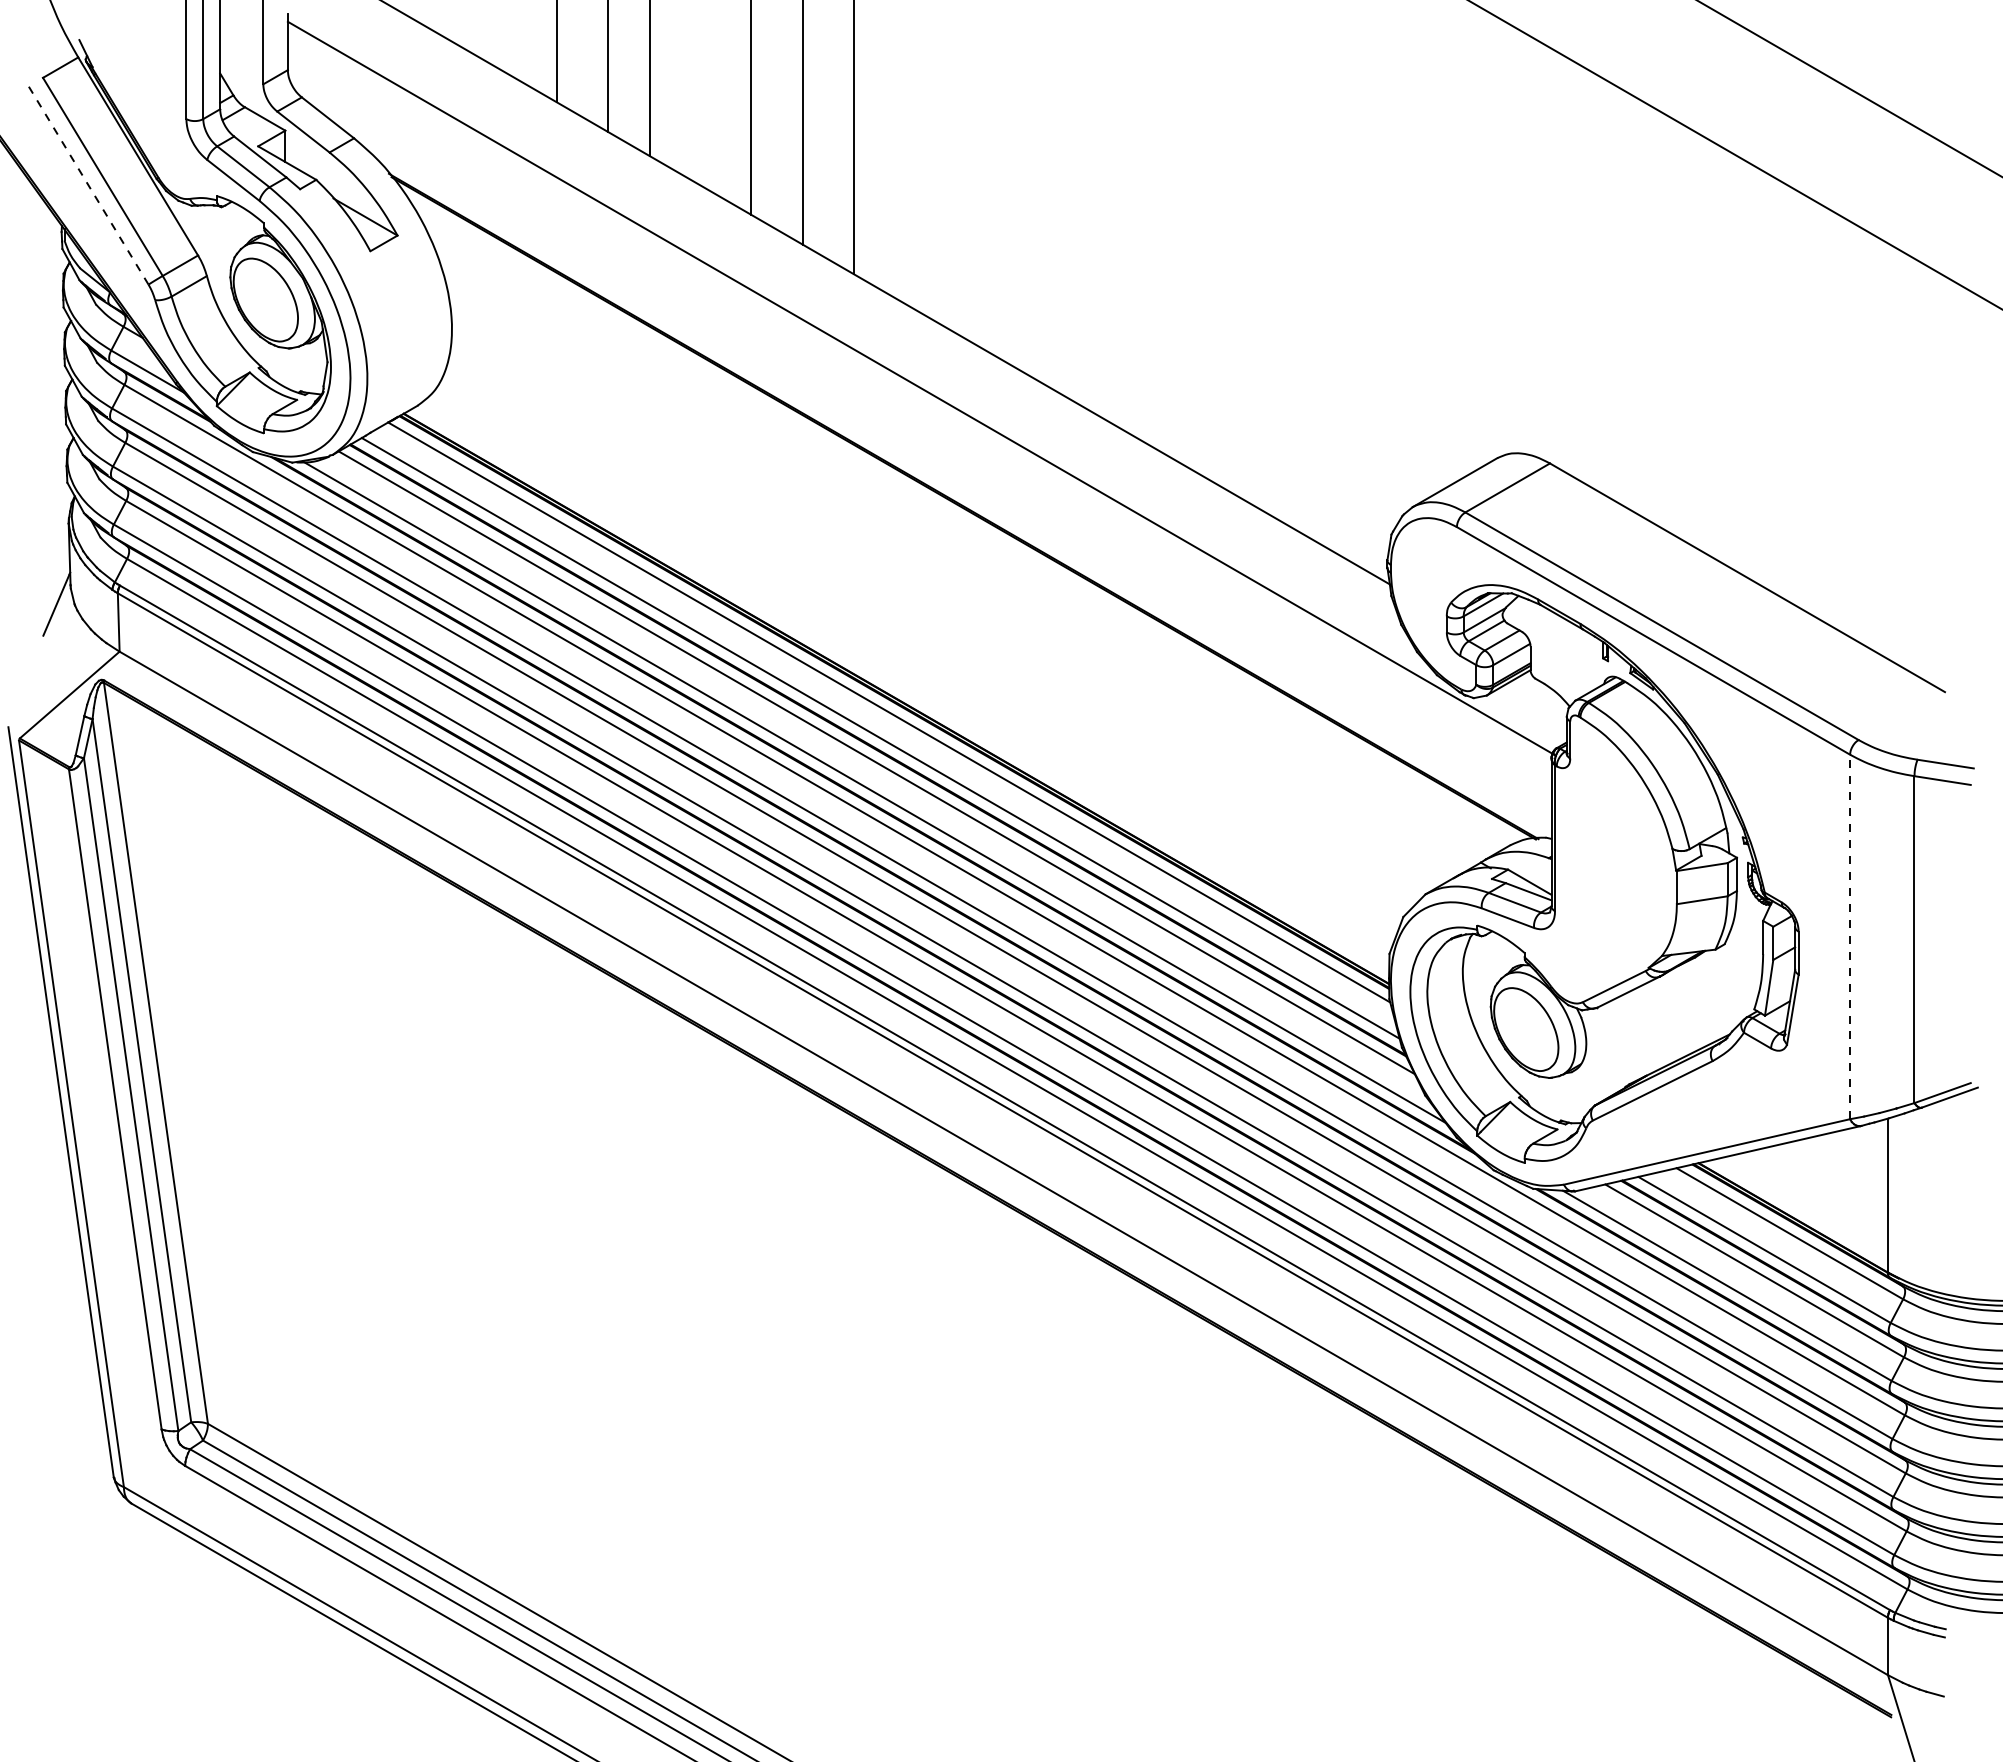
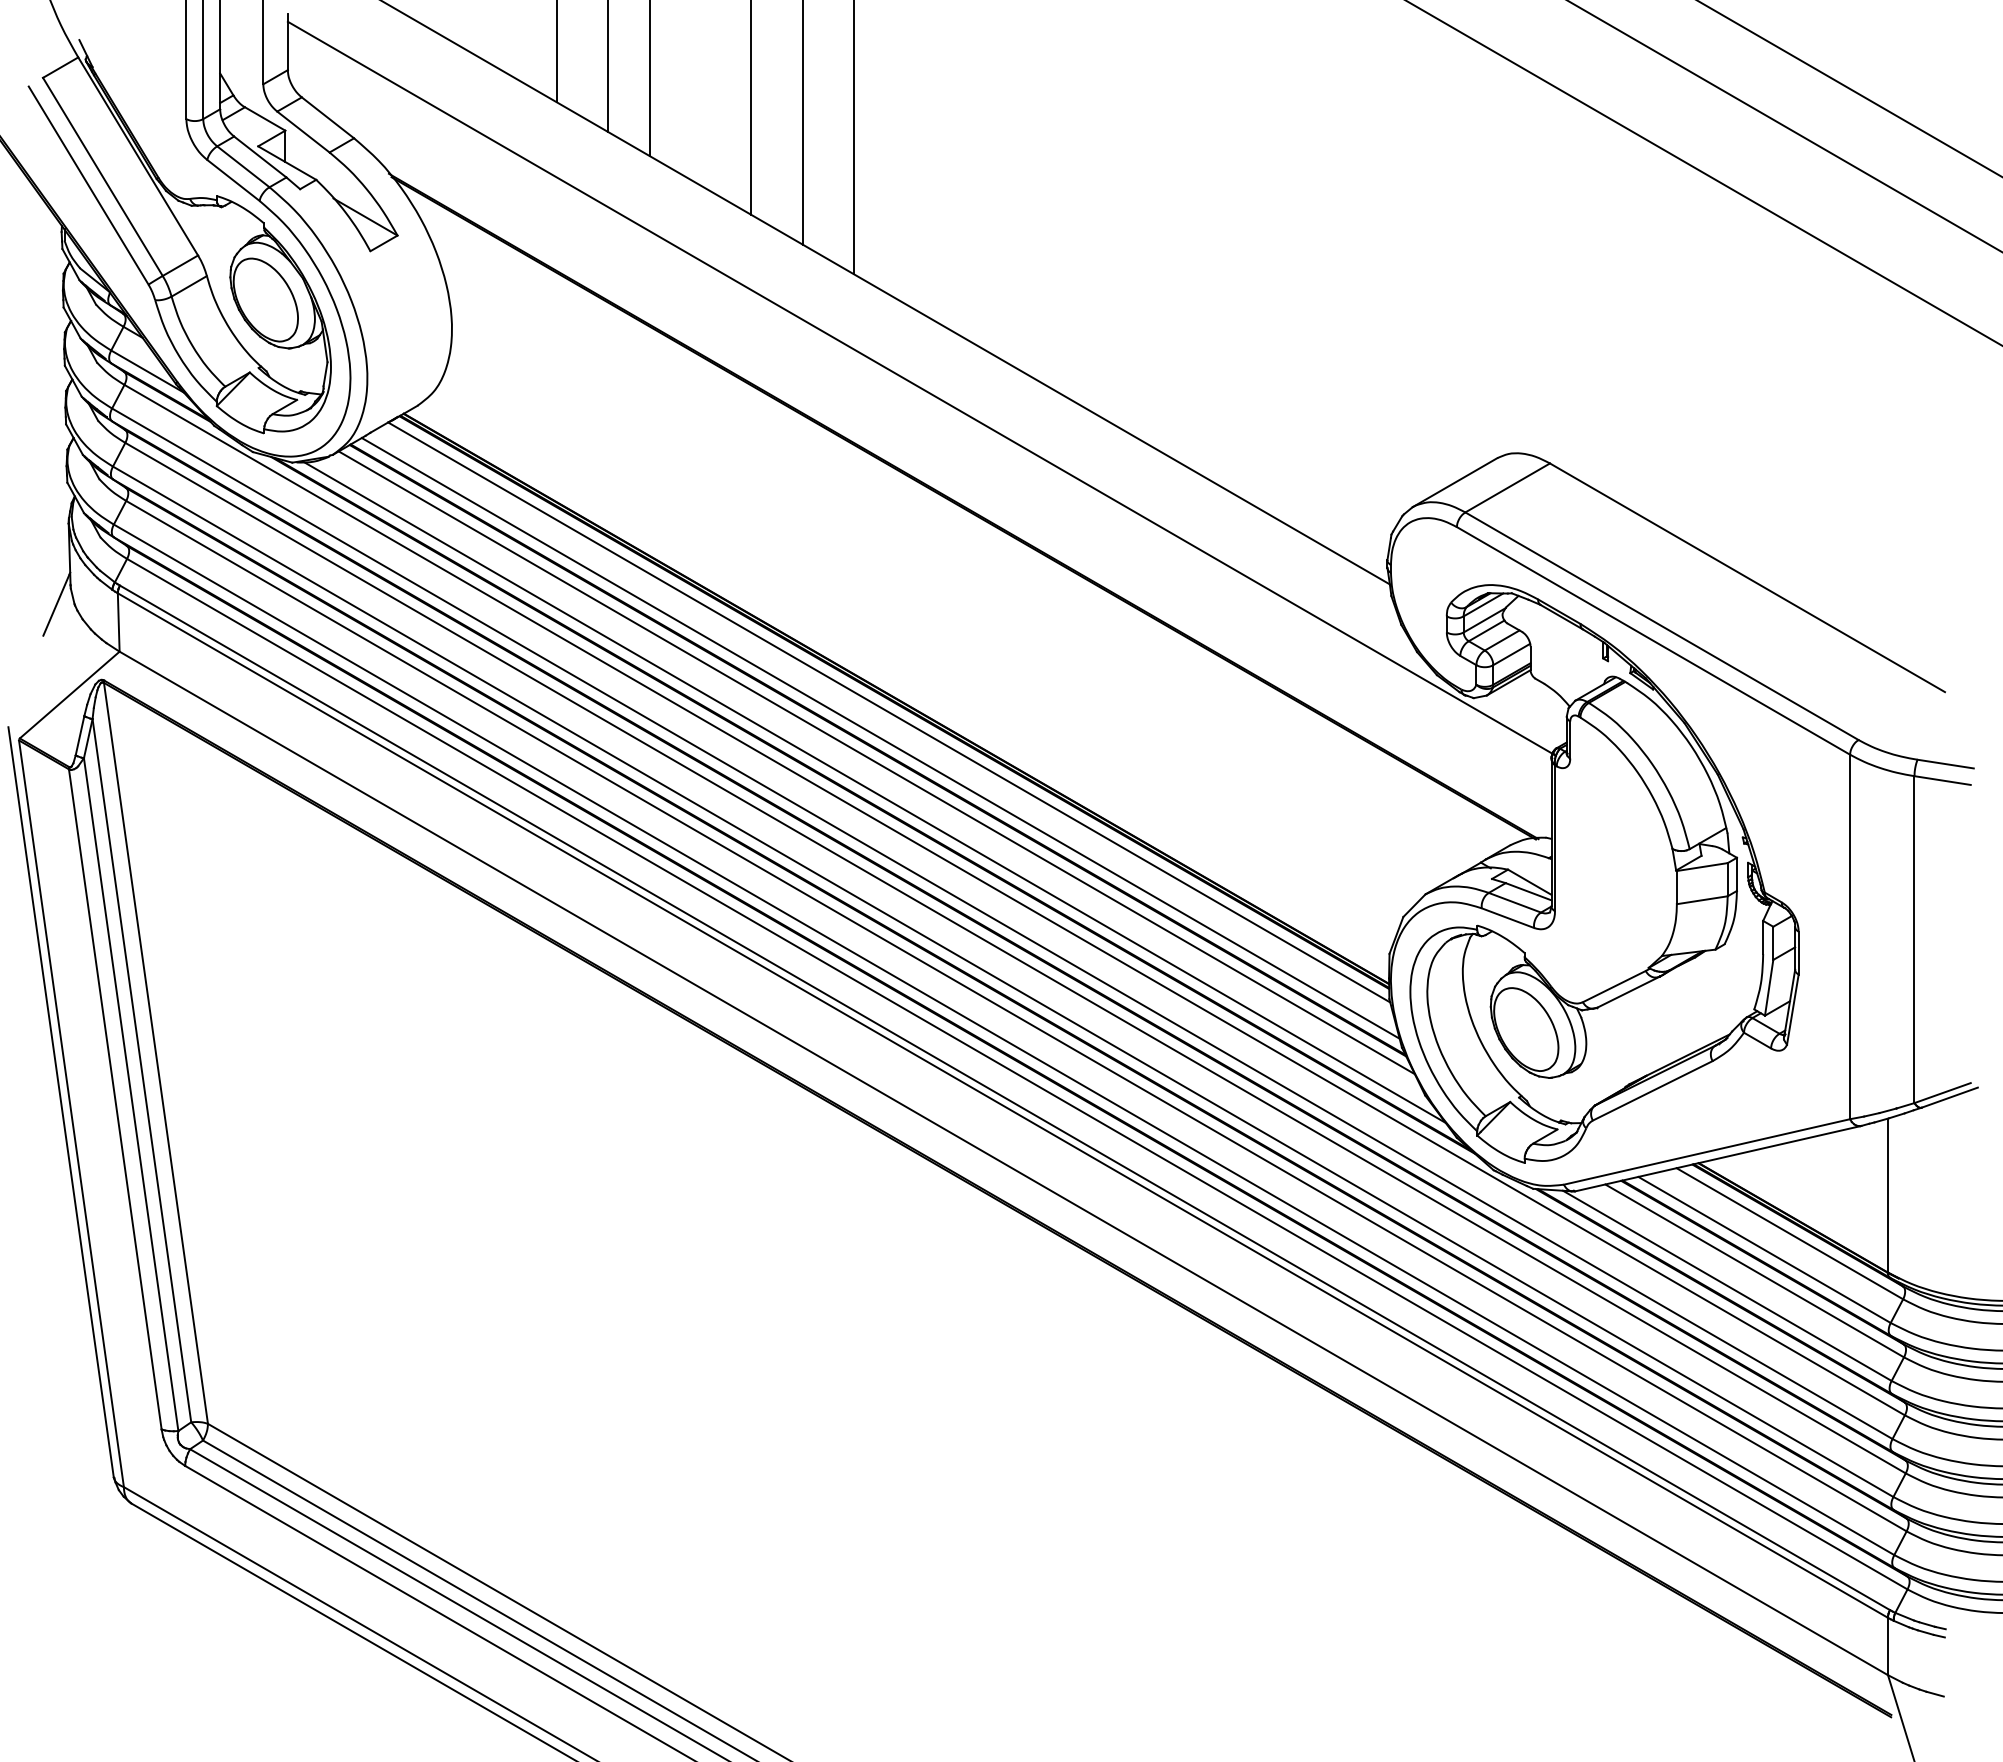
line at (1784, 126): none -> present
line at (1735, 155) position: (1735, 155) -> (1704, 173)
line at (88, 185): dashed -> solid
line at (1850, 936): dashed -> solid
